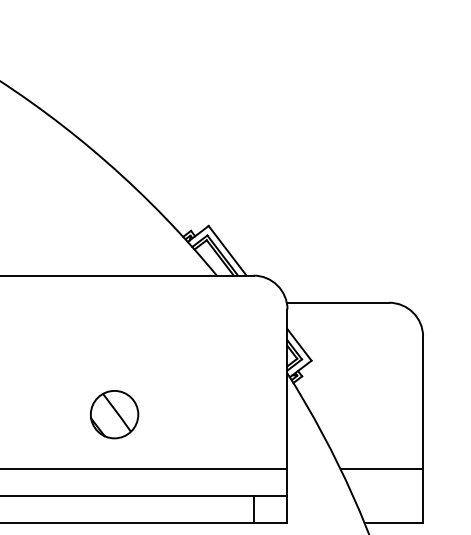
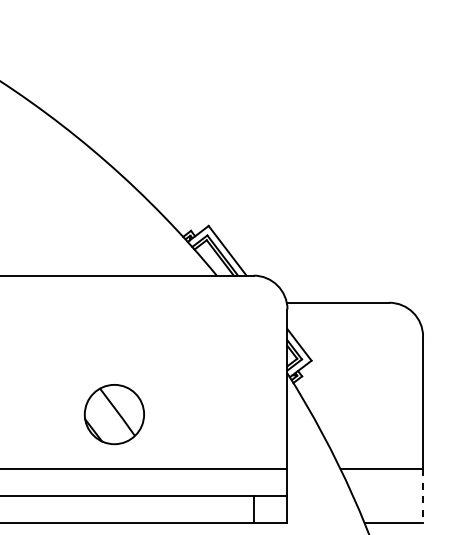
part at (114, 414) size: 50x50 px -> 62x62 px
line at (423, 496): solid -> dashed
